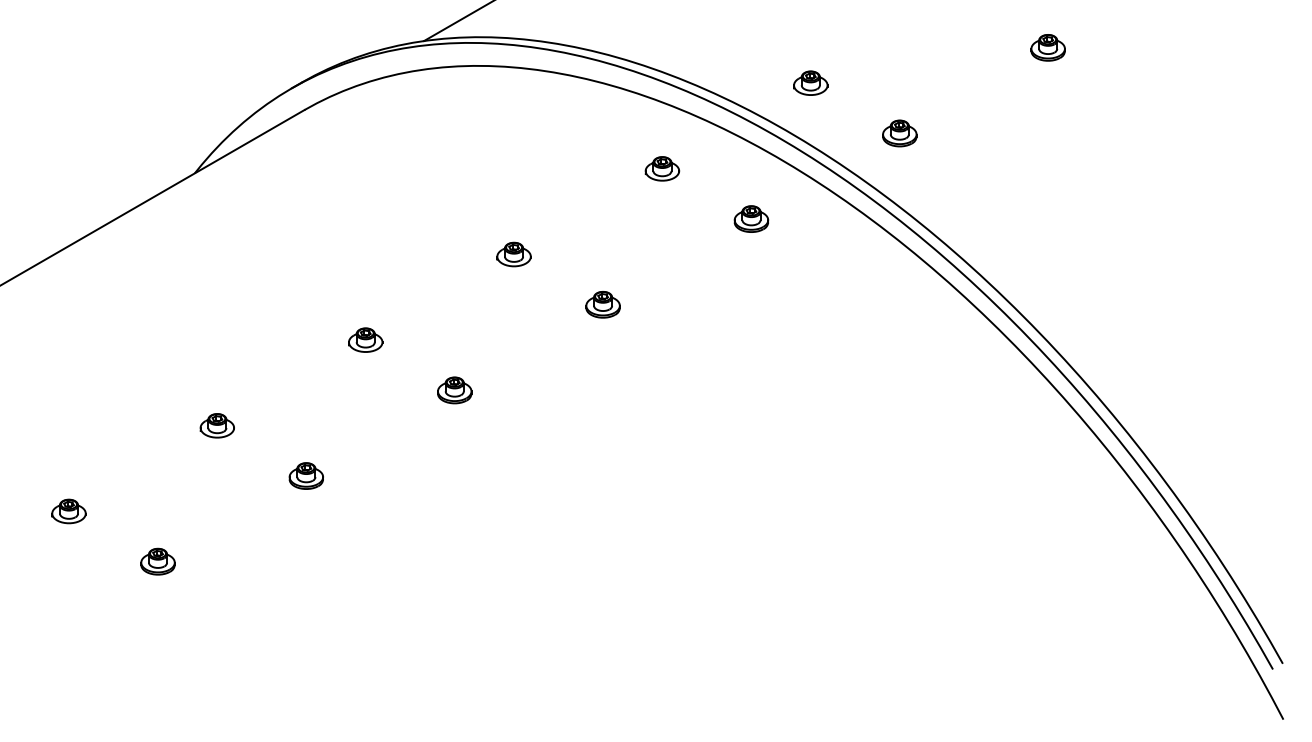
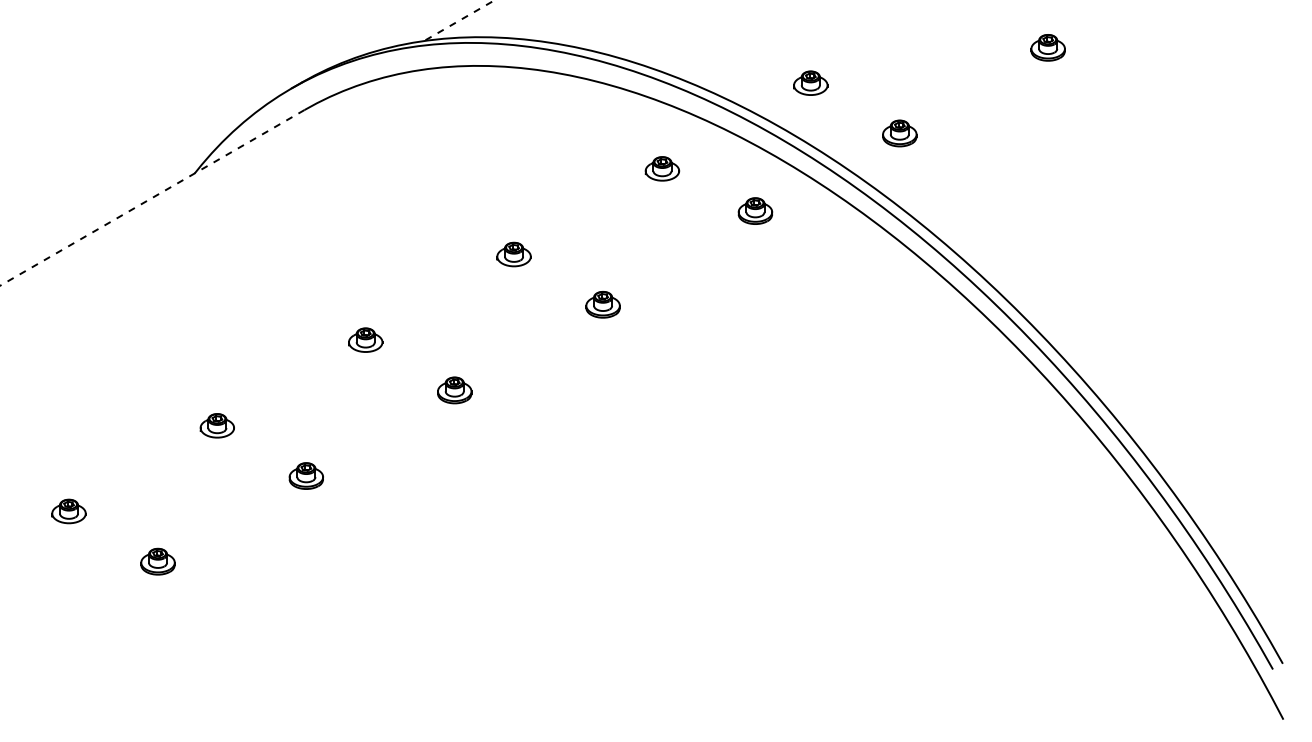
line at (459, 20): solid -> dashed
line at (152, 198): solid -> dashed
part at (751, 218) position: (751, 218) -> (755, 210)
